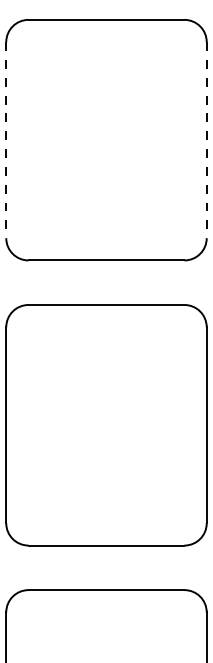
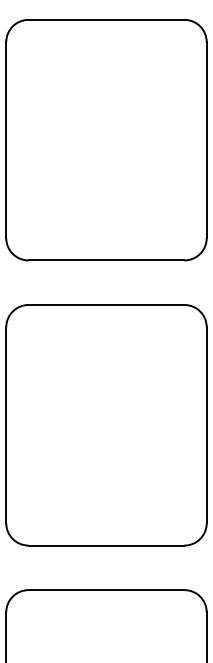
line at (6, 140): dashed -> solid
line at (206, 140): dashed -> solid
